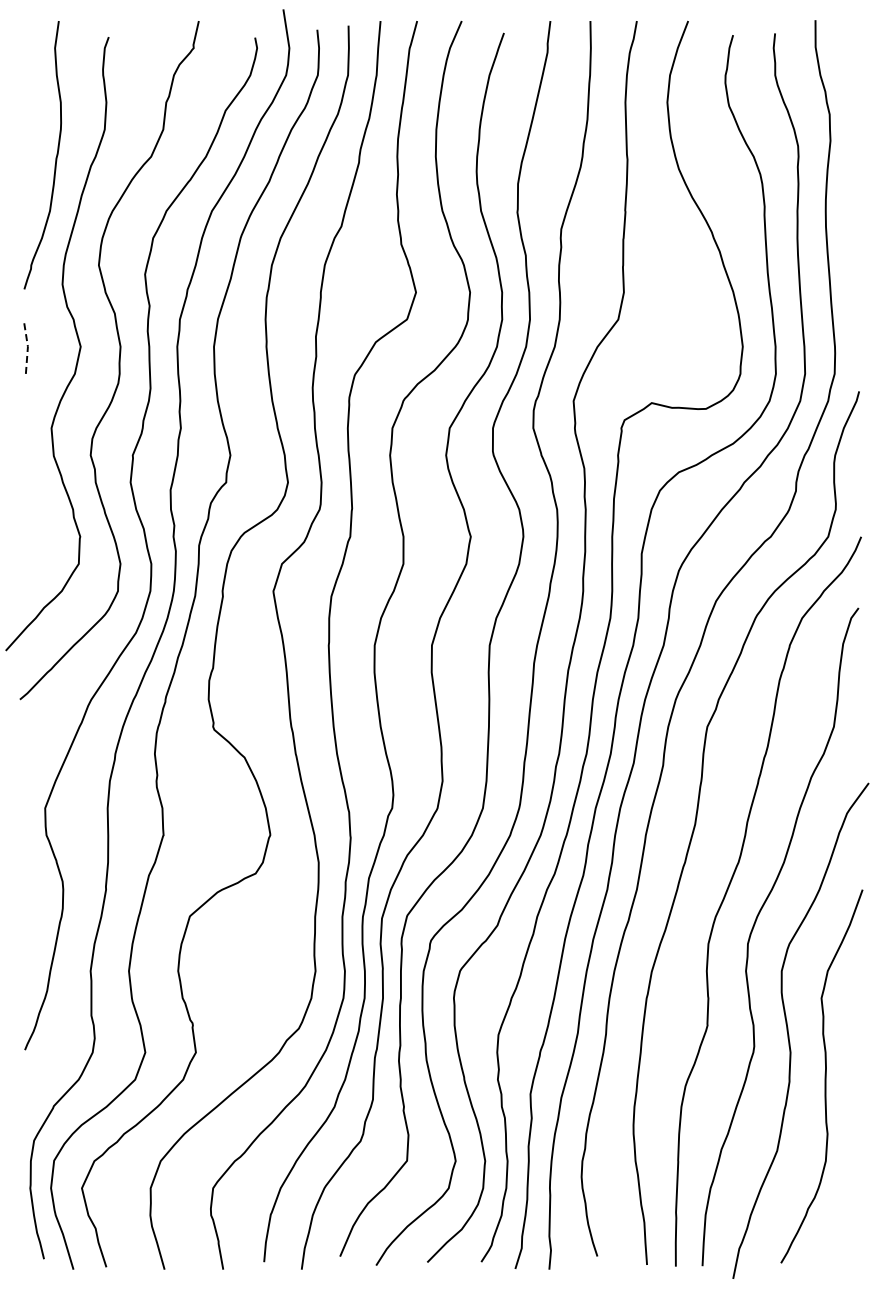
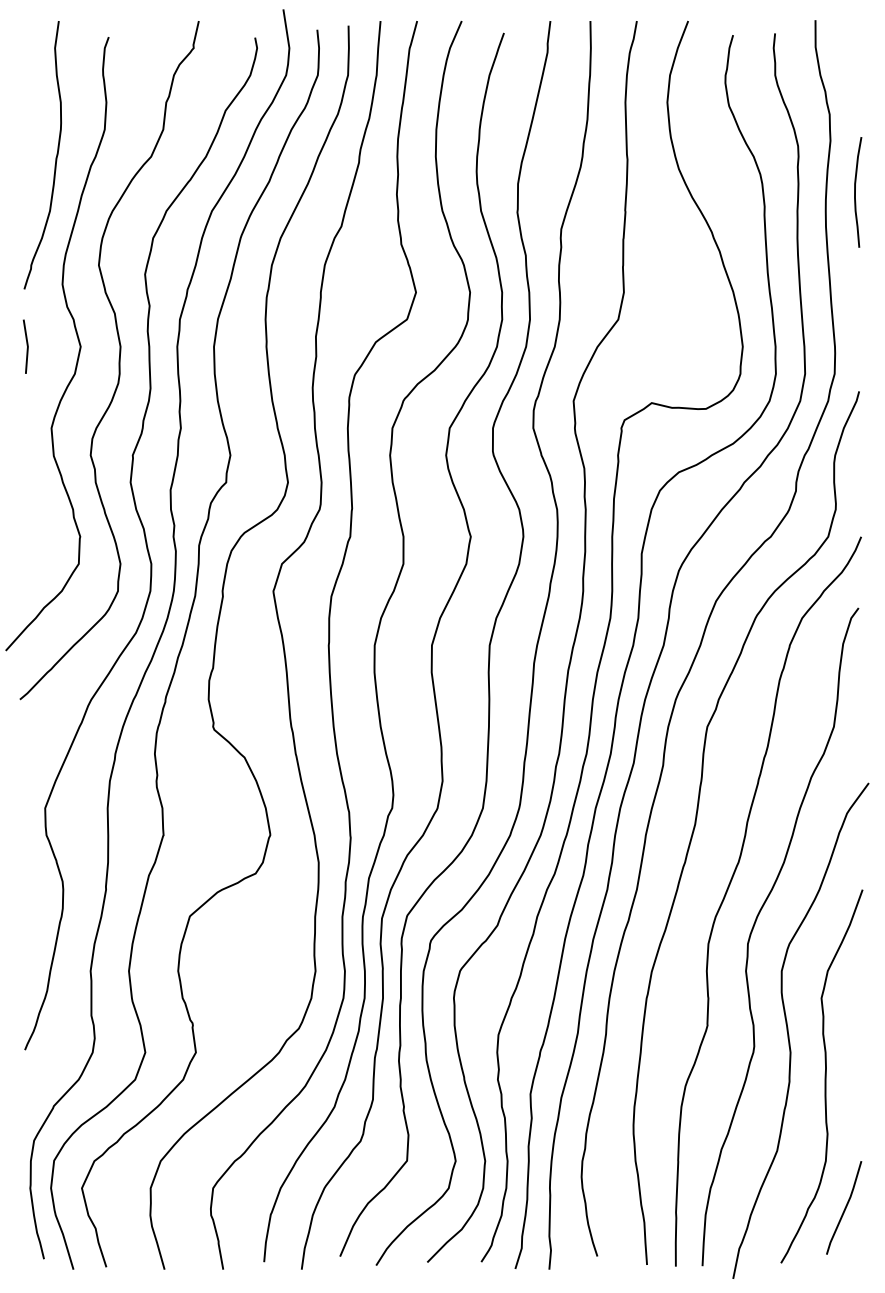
curve at (855, 192): none -> present
line at (27, 346): dashed -> solid
line at (844, 1207): none -> present
